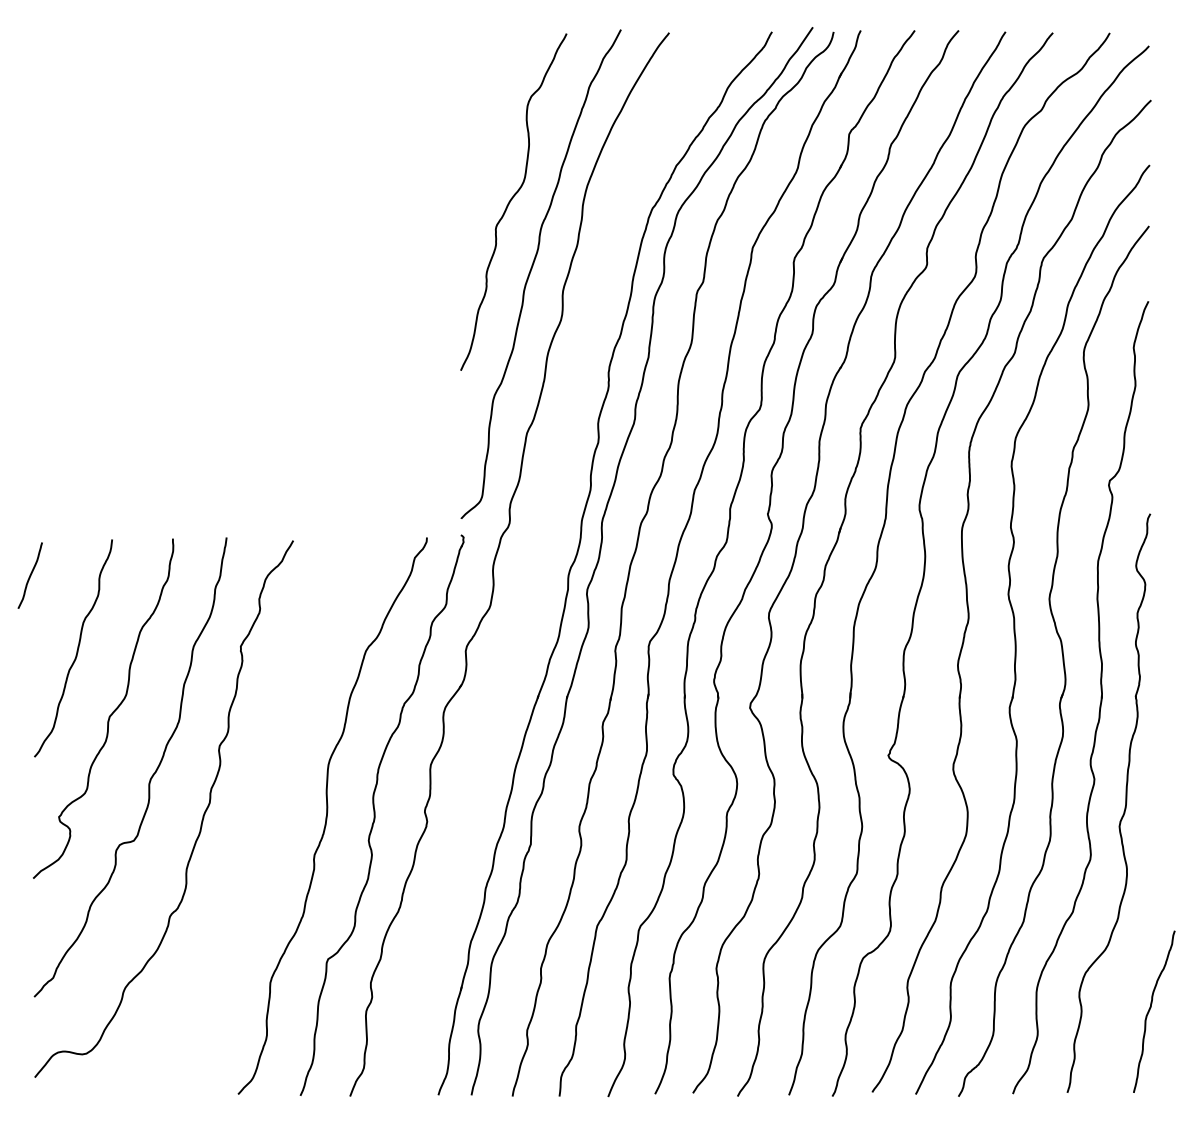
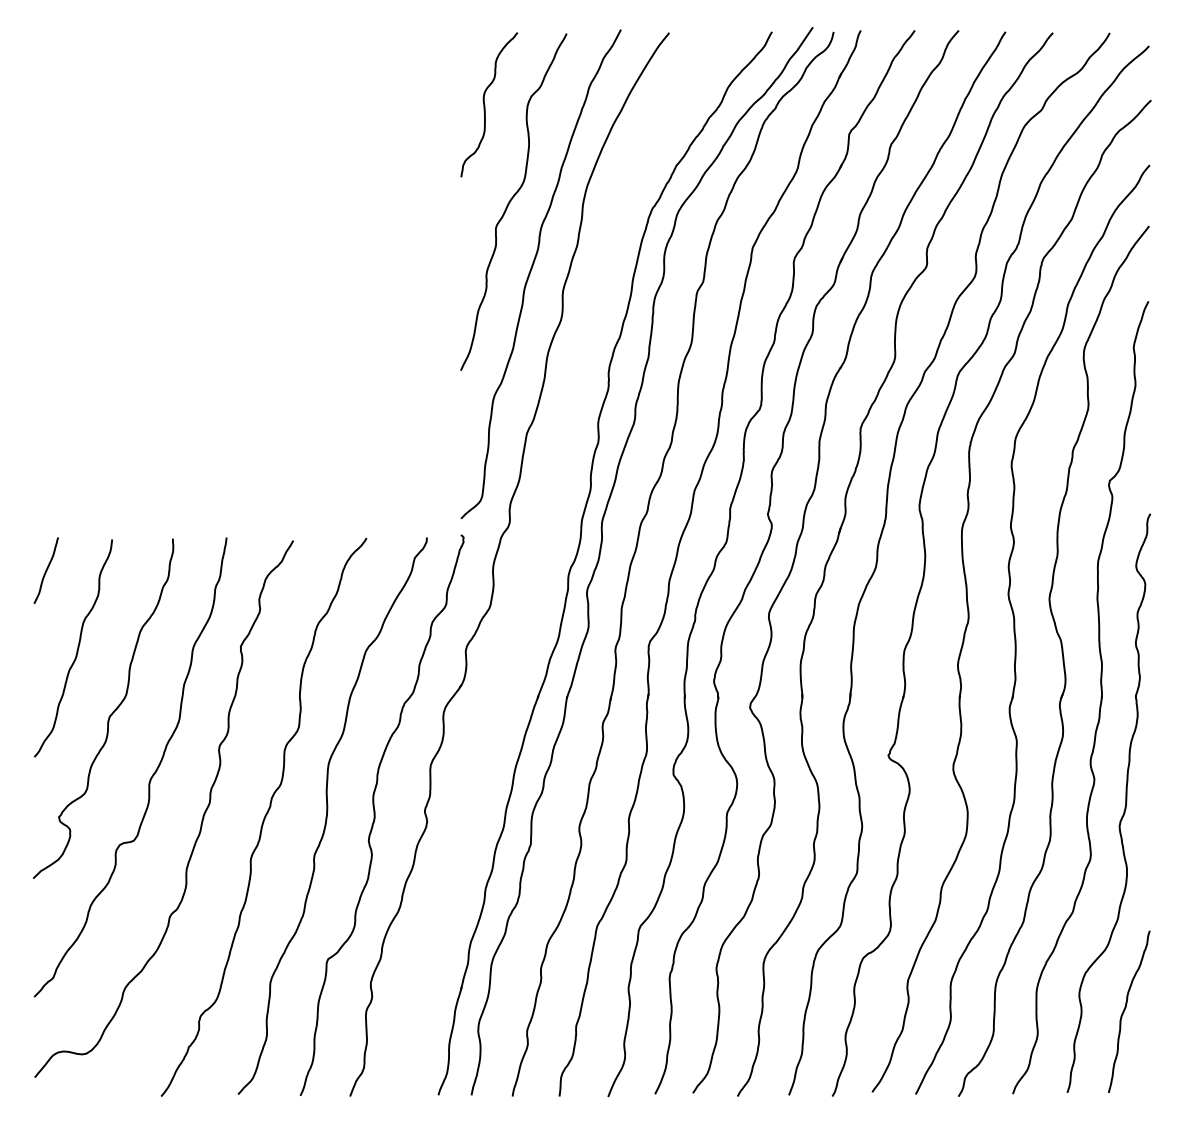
curve at (485, 104): none -> present
curve at (29, 575) position: (29, 575) -> (45, 570)
curve at (264, 817): none -> present
curve at (1150, 1010) position: (1150, 1010) -> (1125, 1010)
